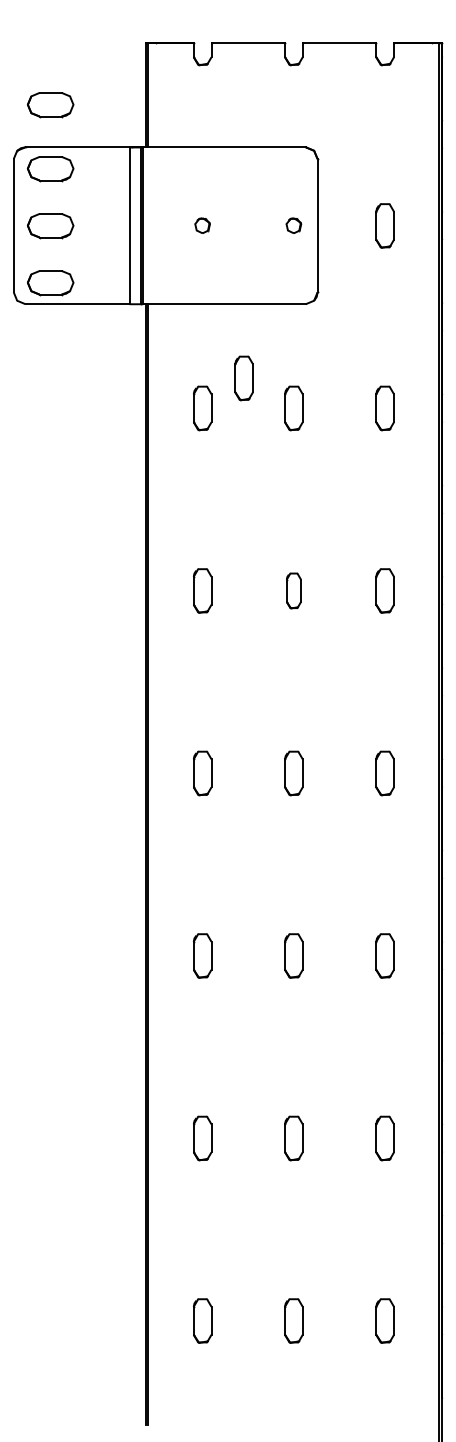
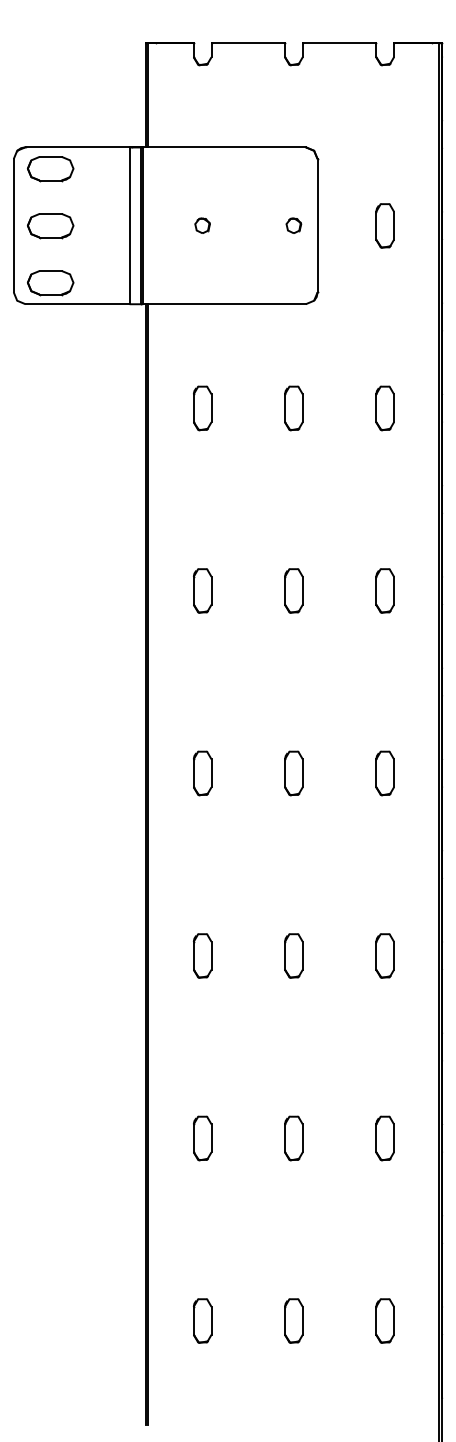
part at (50, 105): present -> none
part at (243, 378): present -> none
part at (293, 590) size: 16x38 px -> 20x46 px
